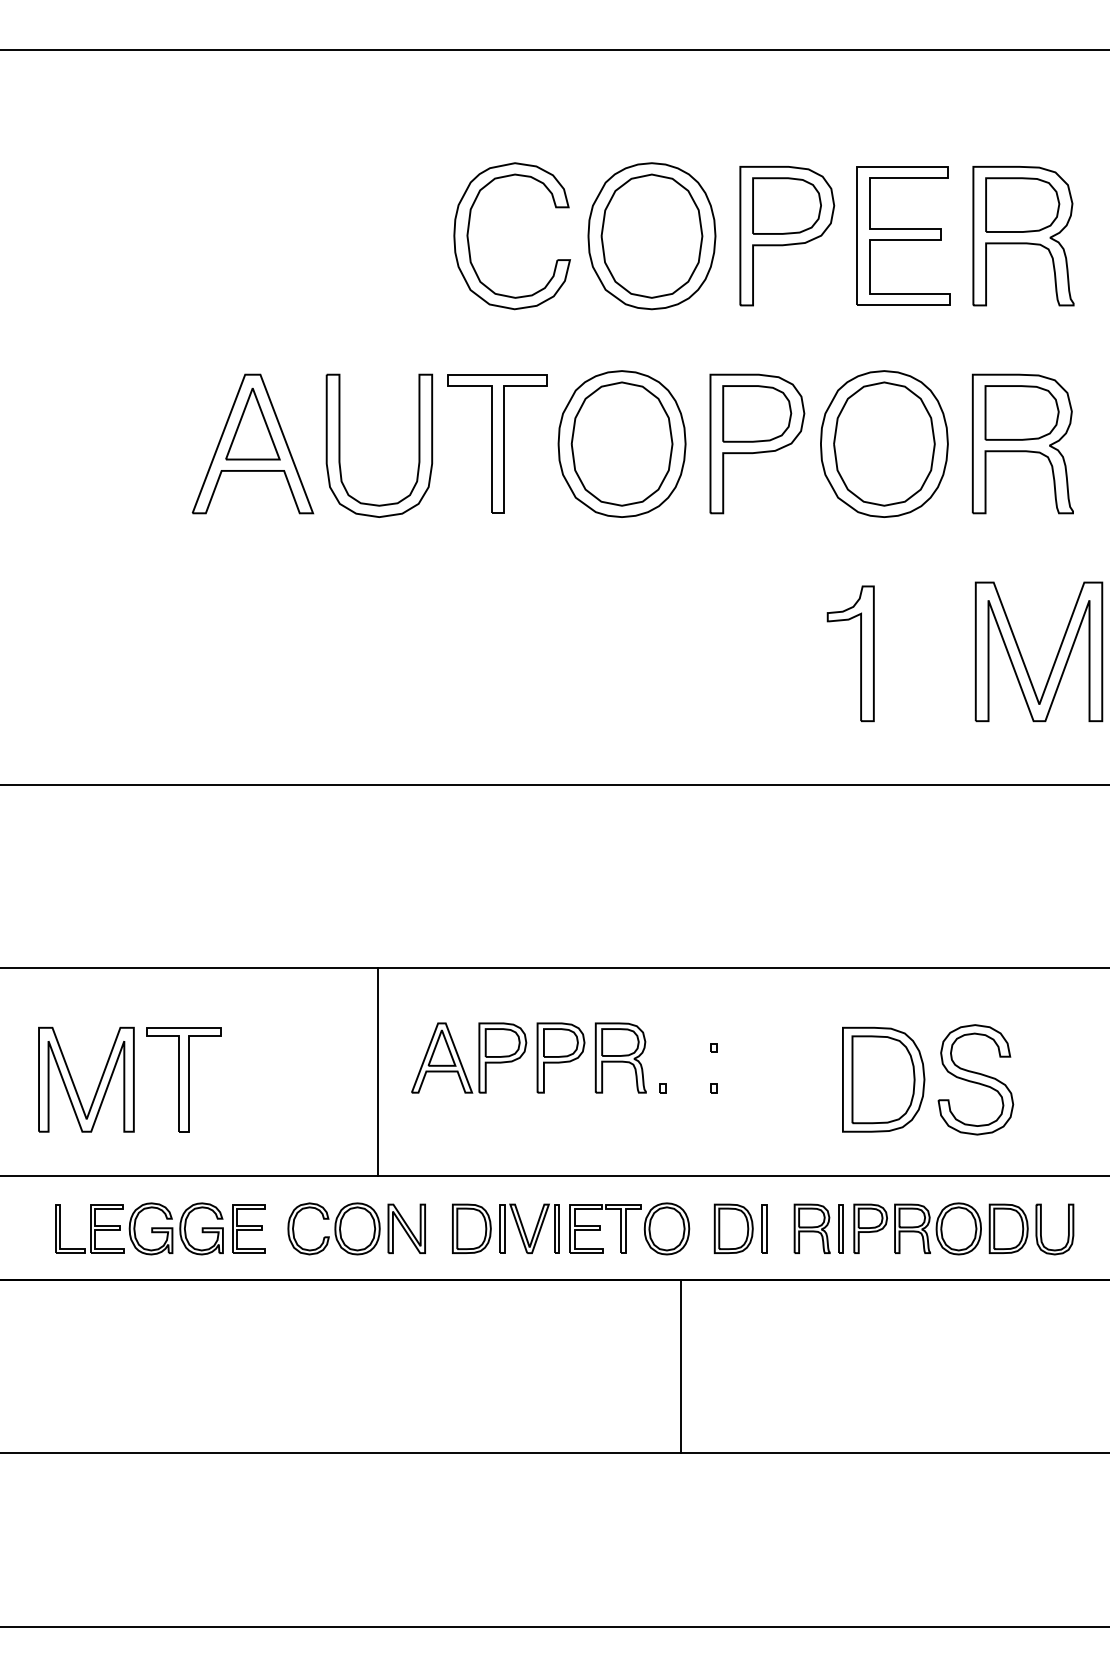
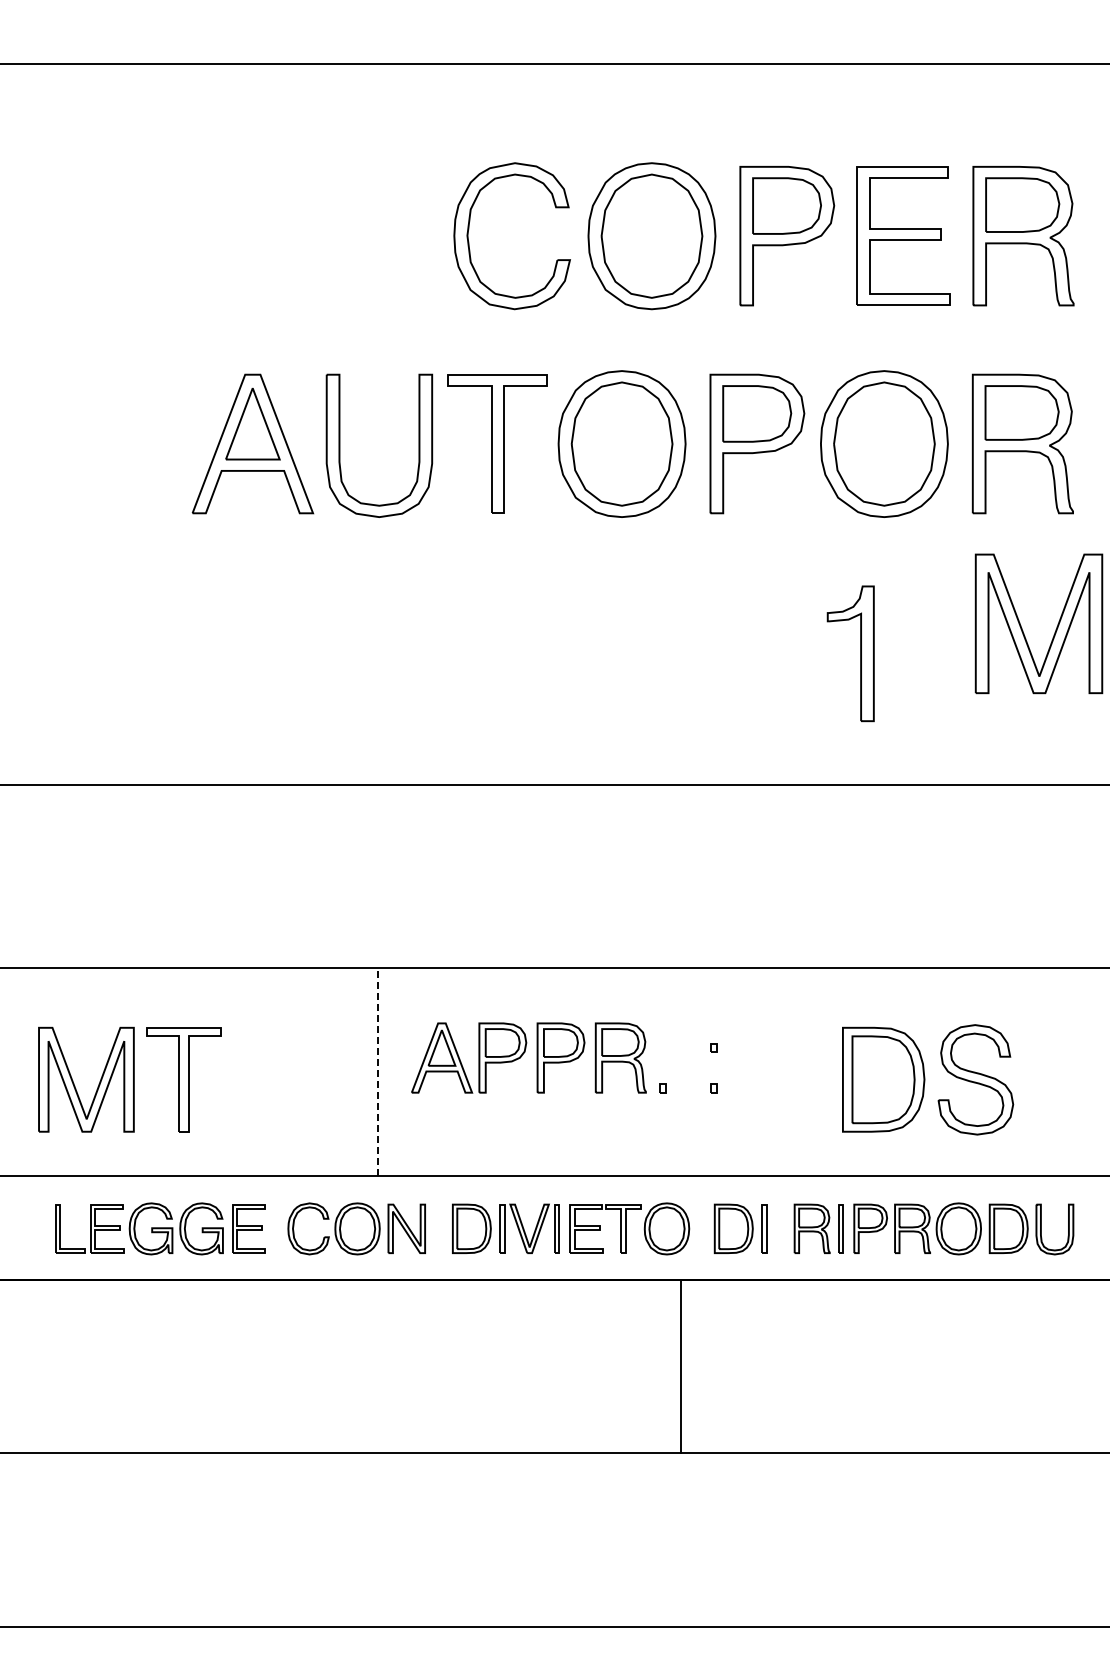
line at (554, 50) position: (554, 50) -> (554, 64)
part at (1023, 658) position: (1023, 658) -> (1023, 630)
line at (377, 1072): solid -> dashed
